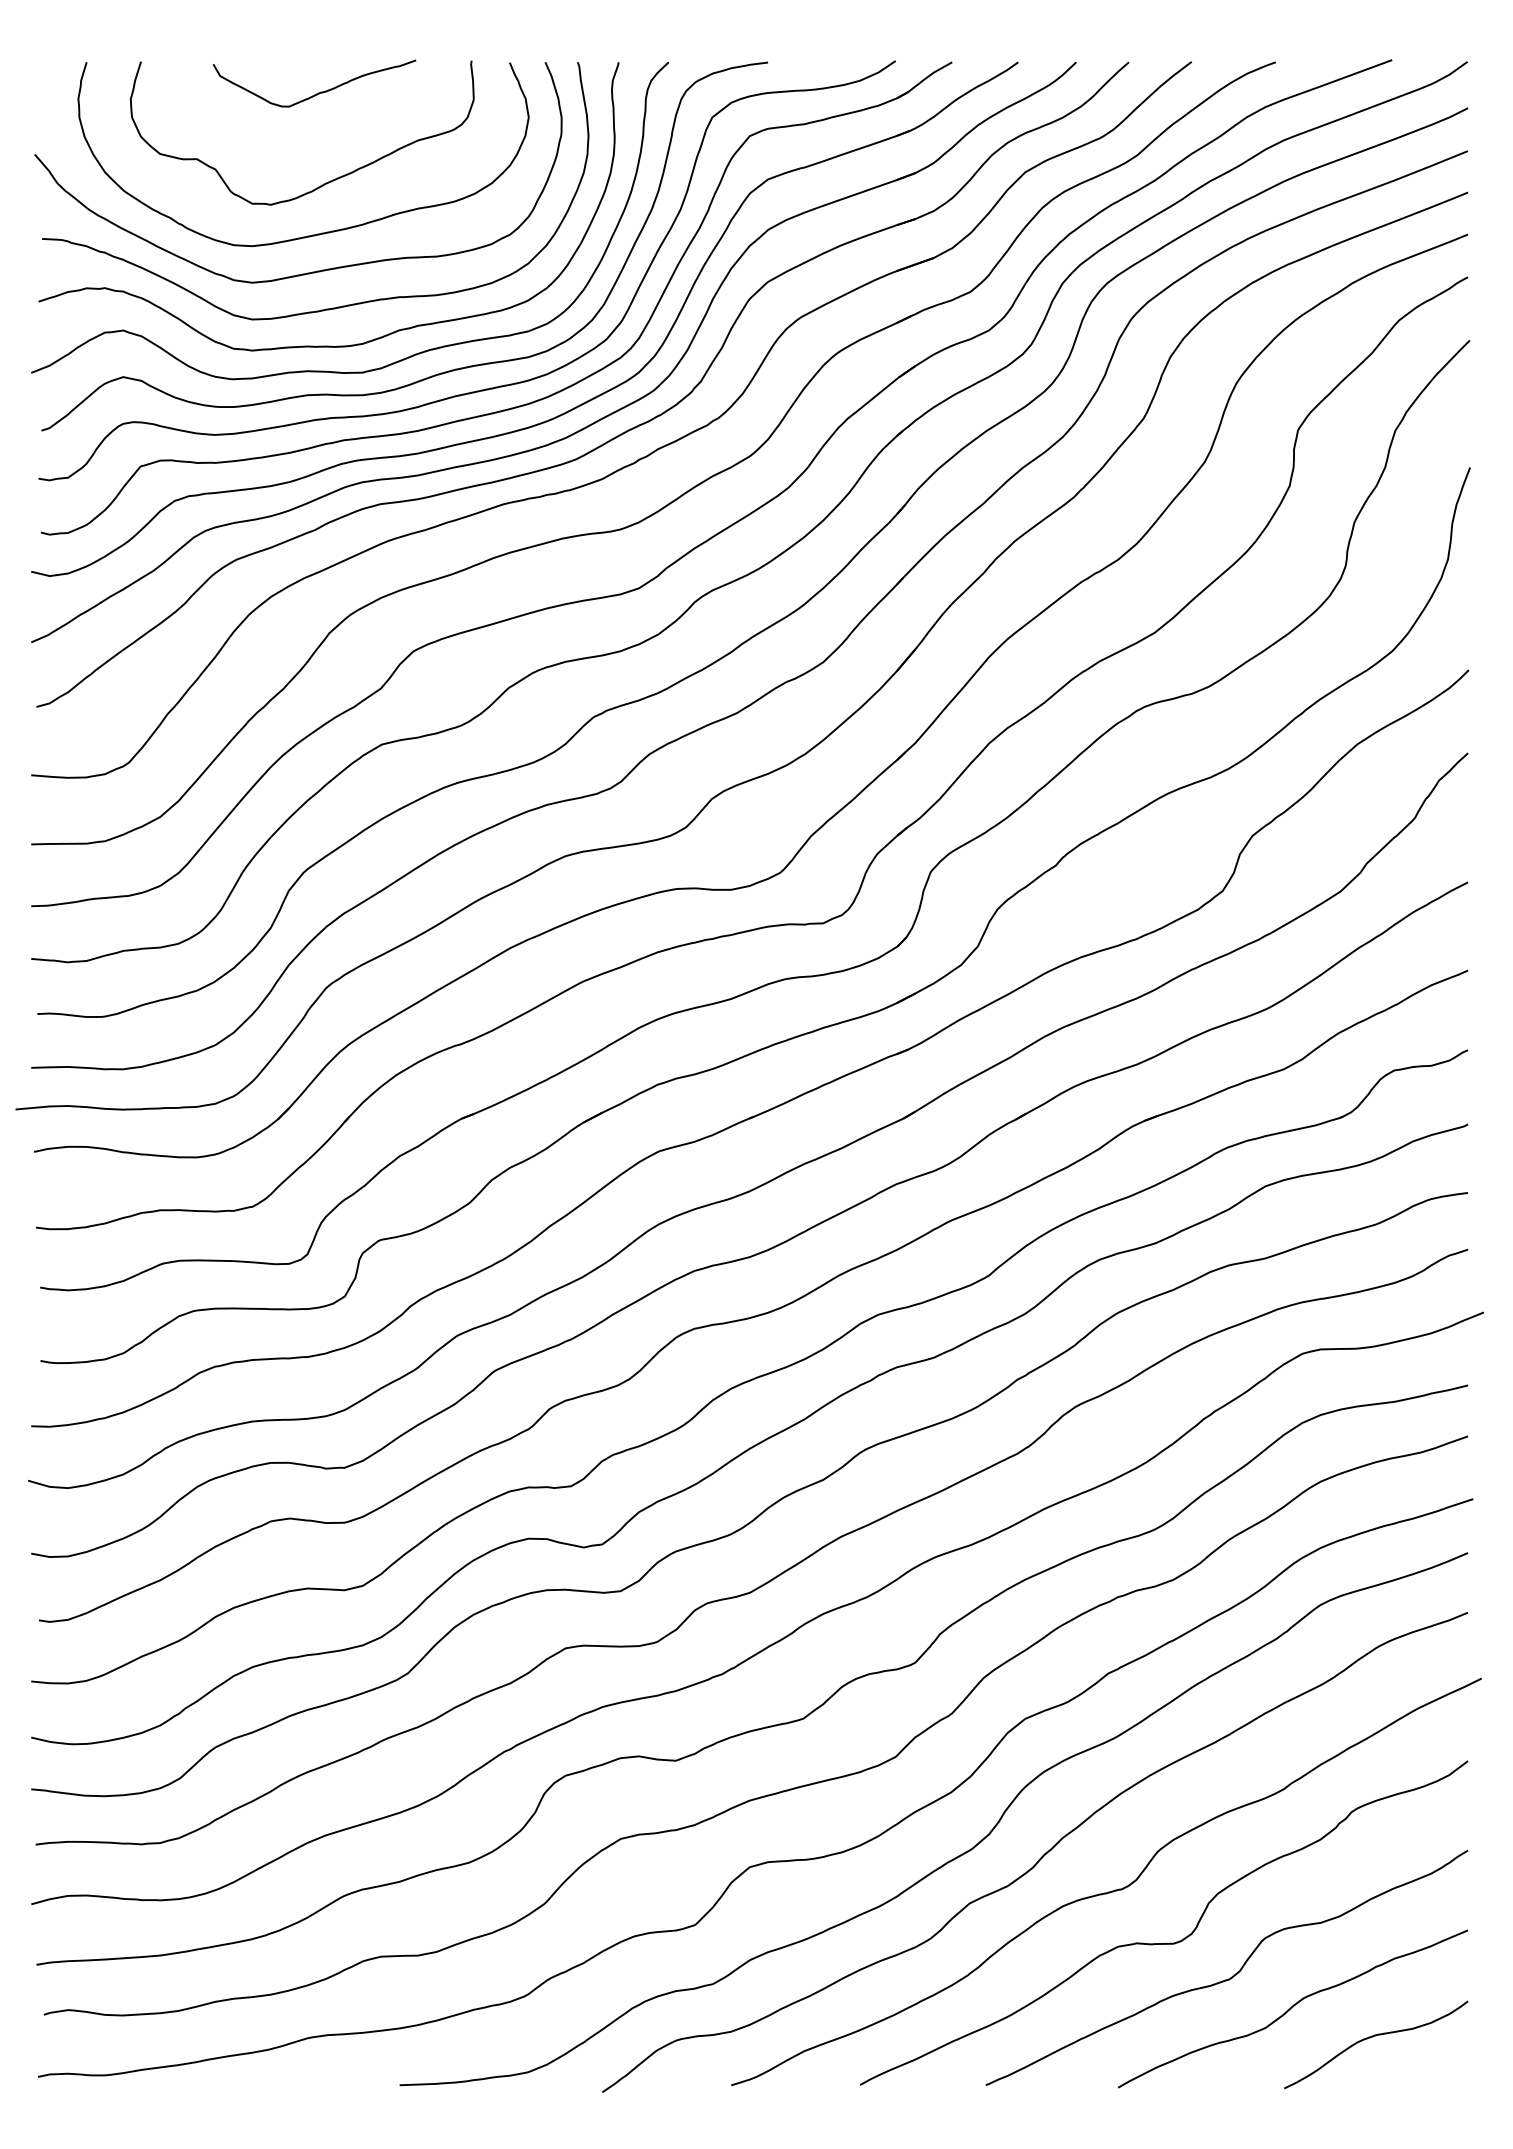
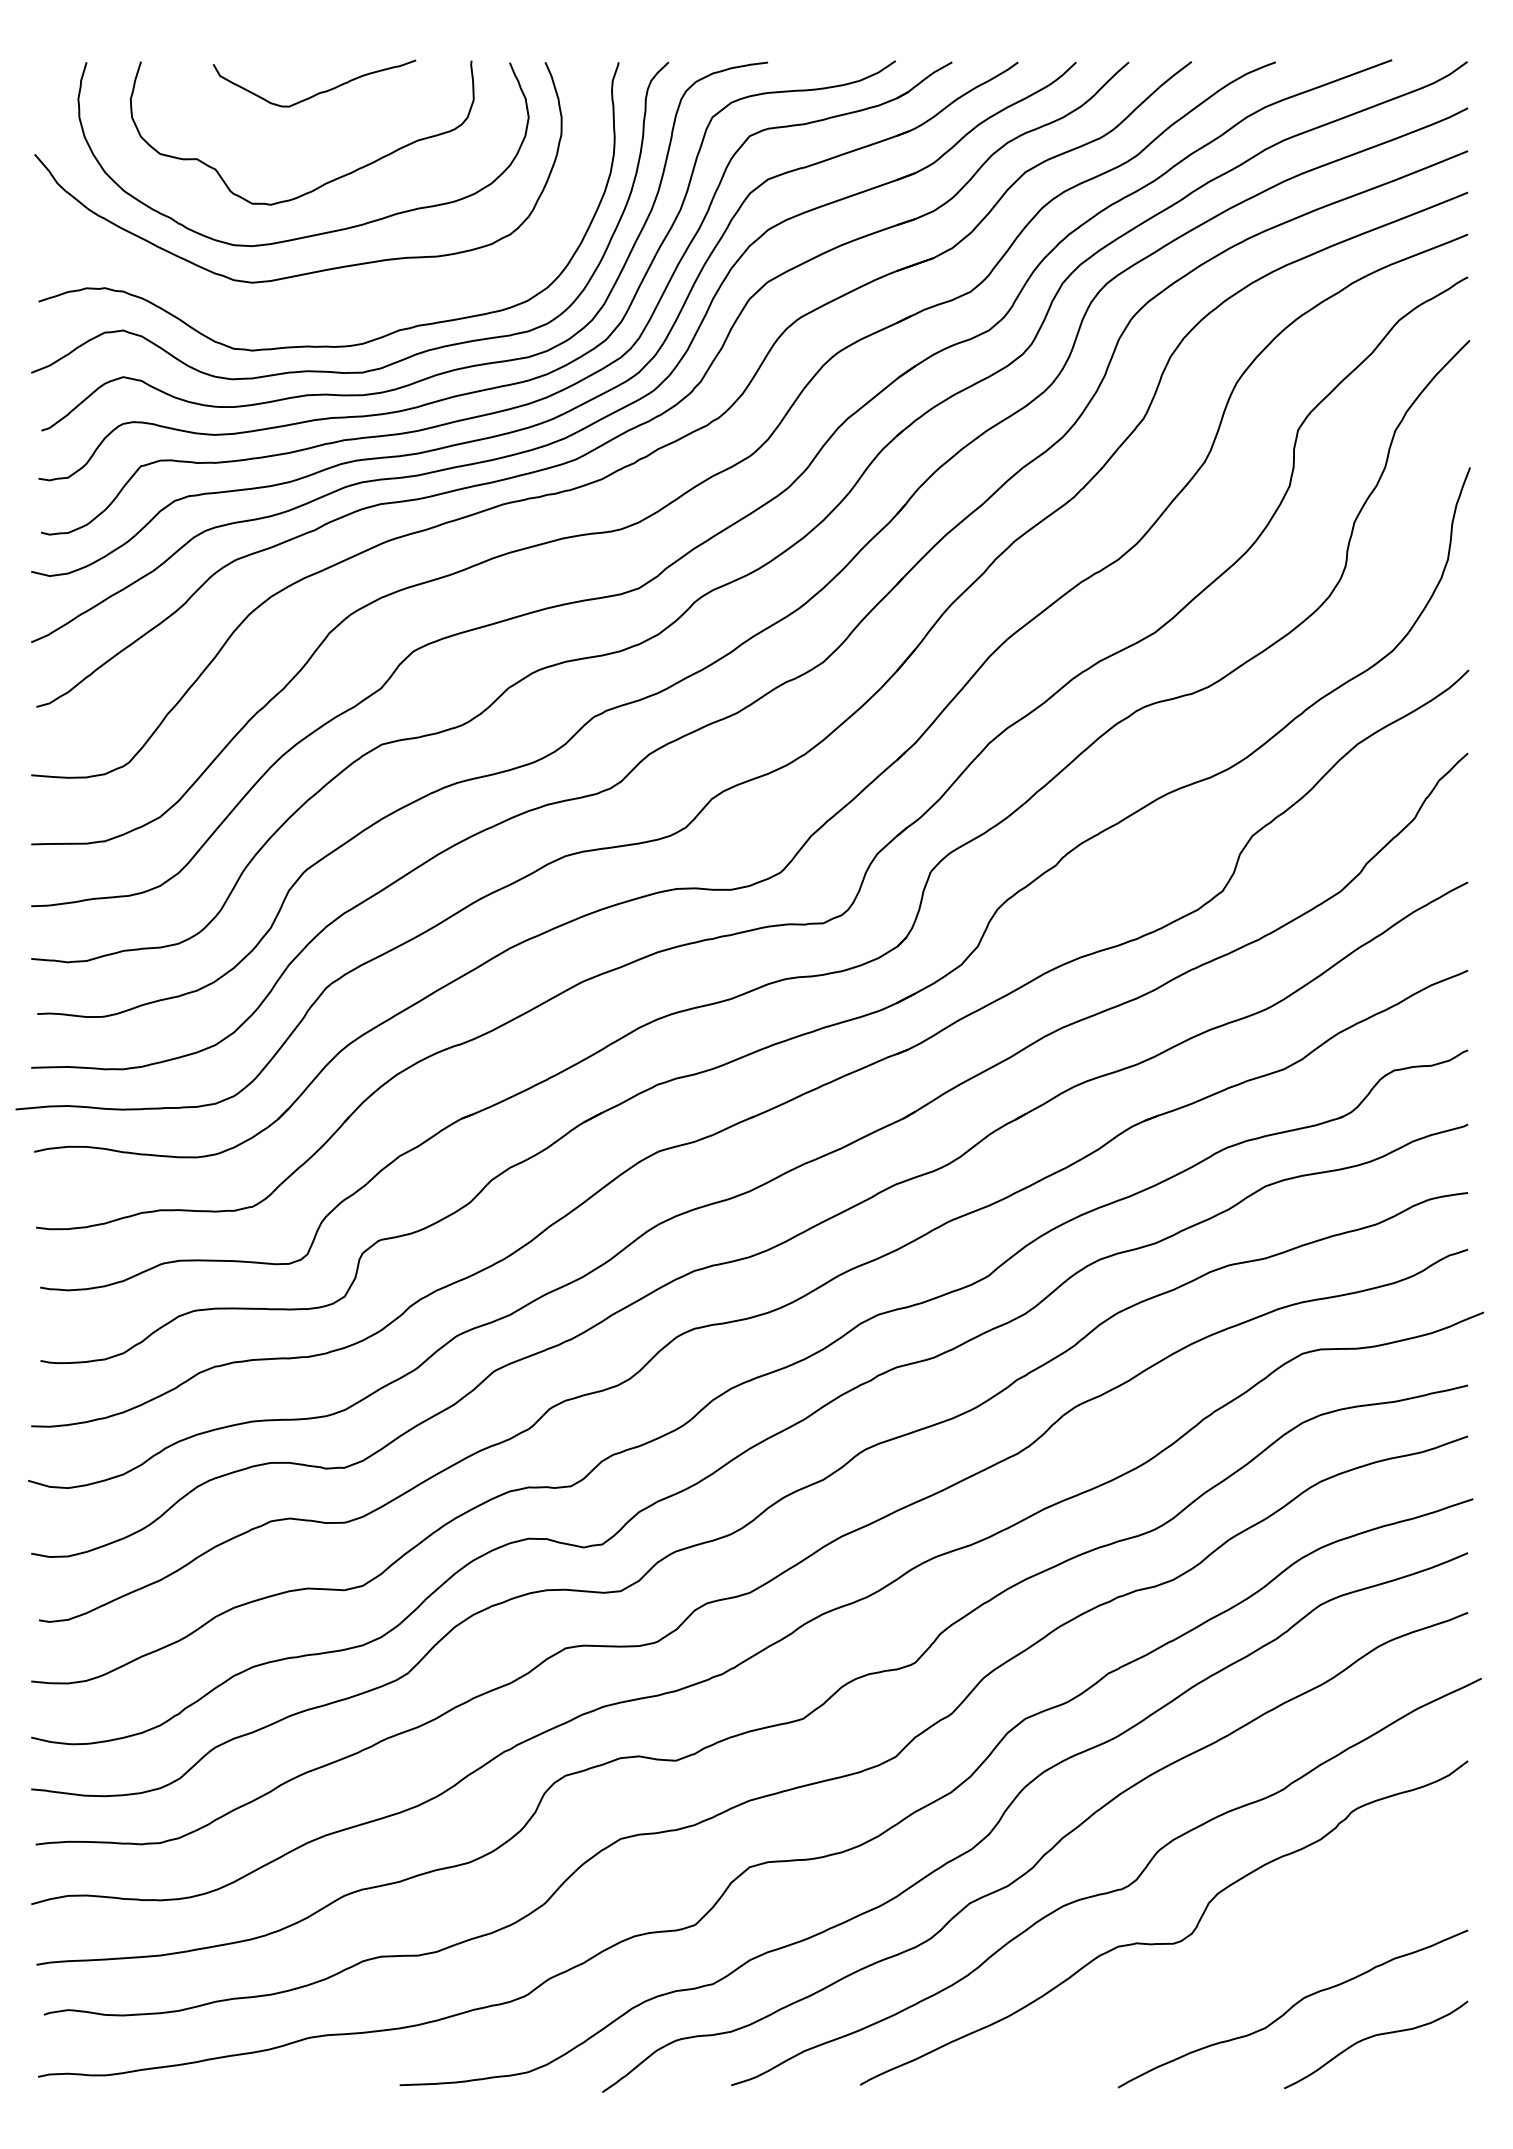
curve at (337, 306): present -> none
curve at (1232, 1975): present -> none
